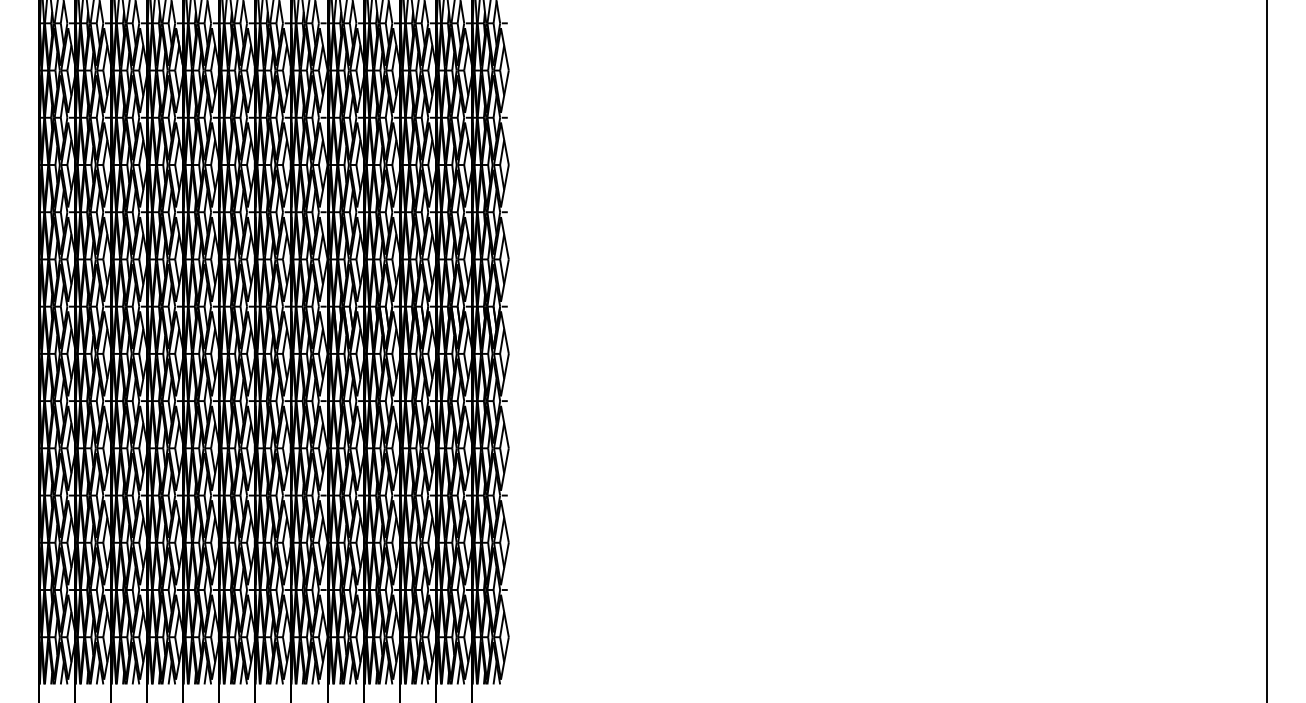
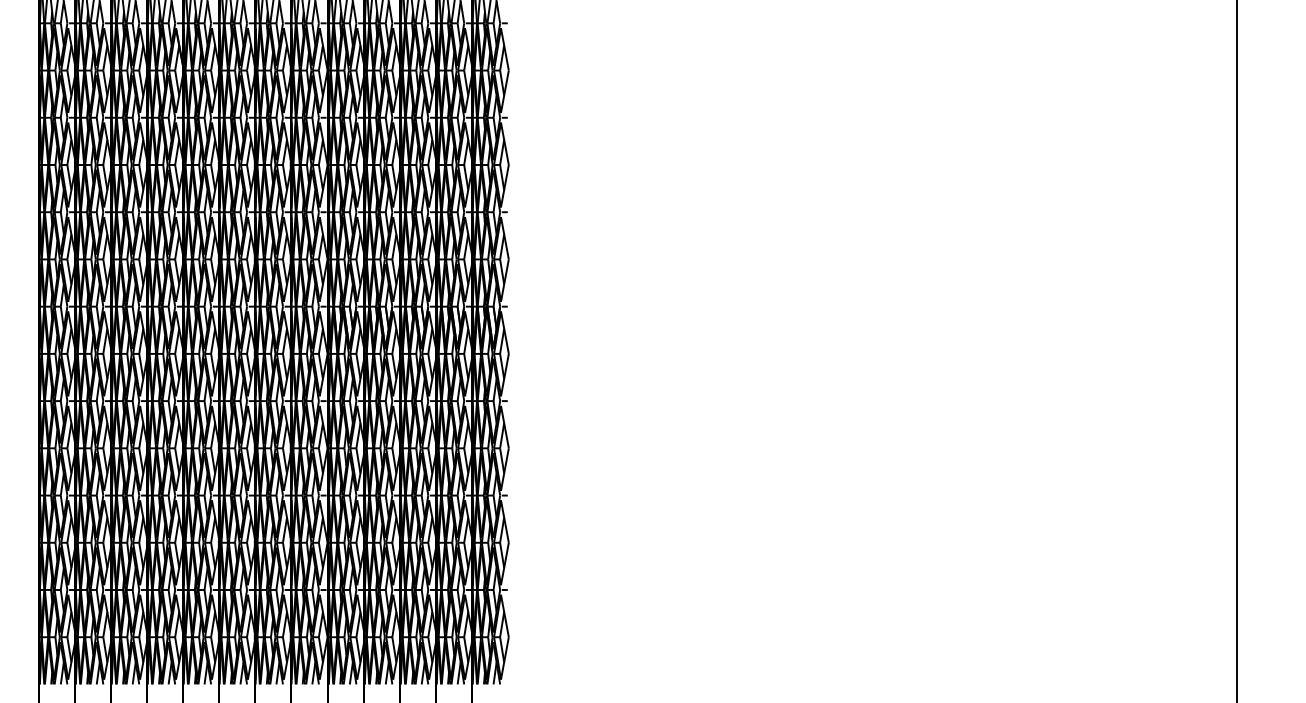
line at (1266, 350) position: (1266, 350) -> (1236, 350)
